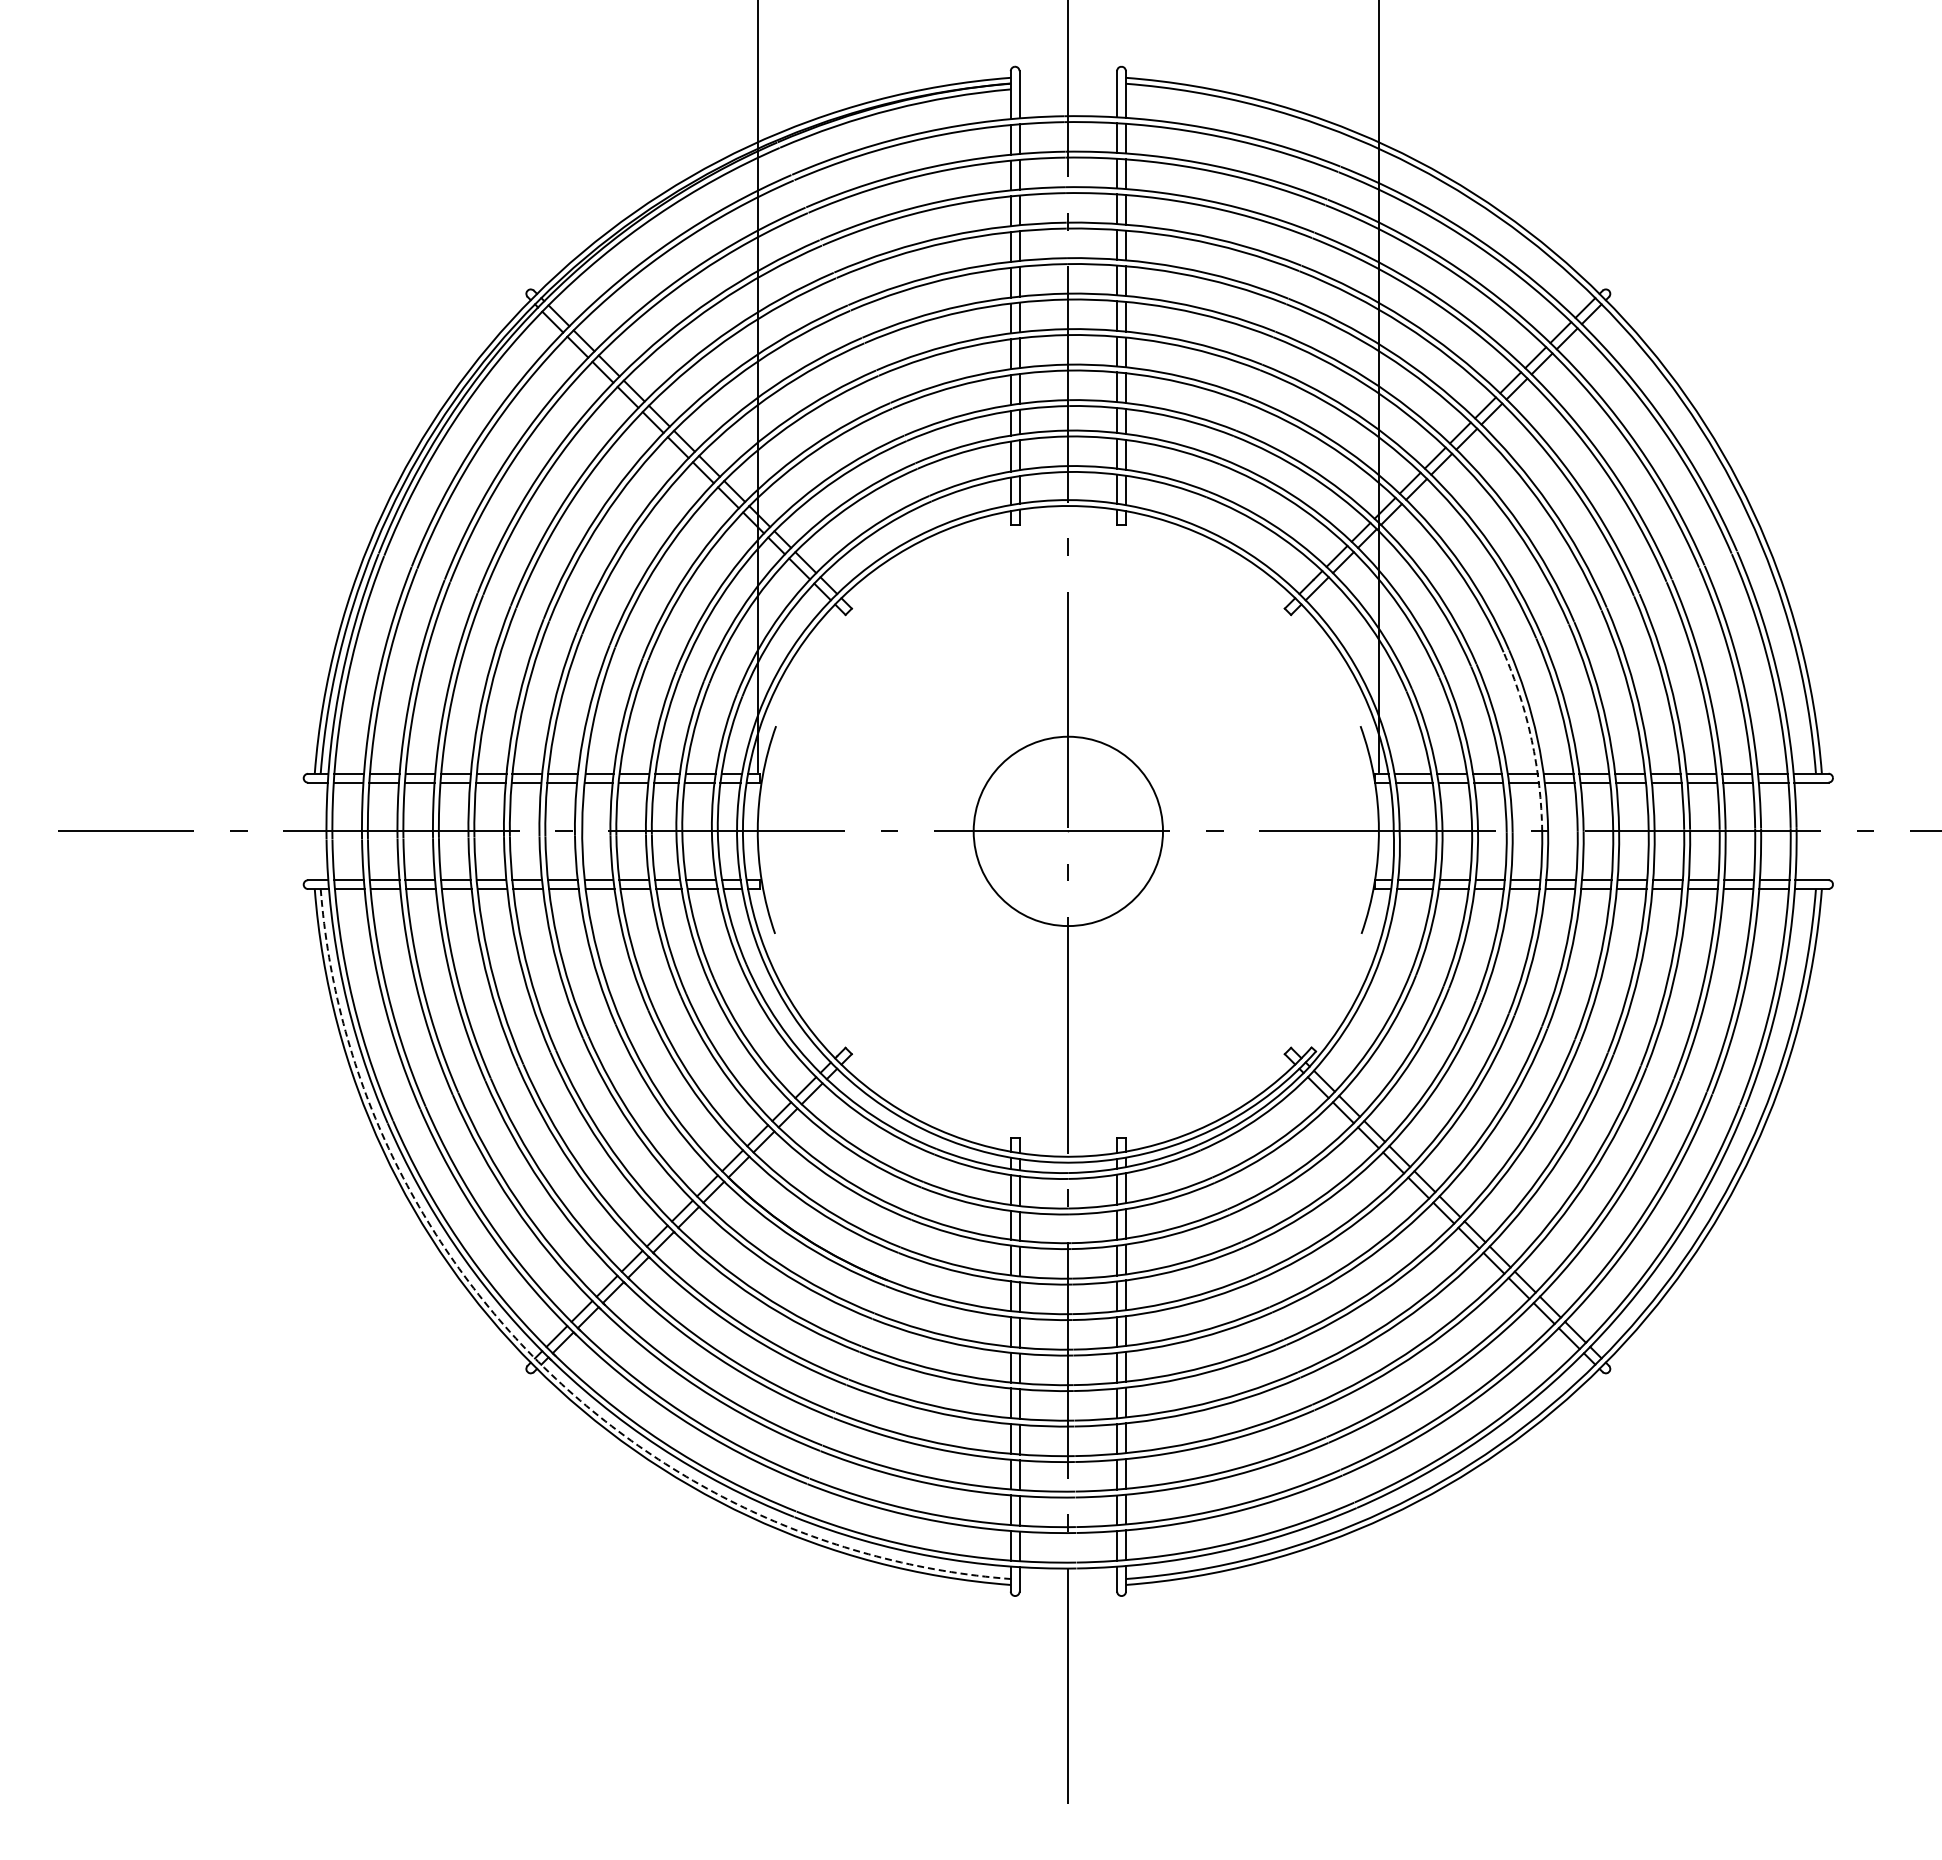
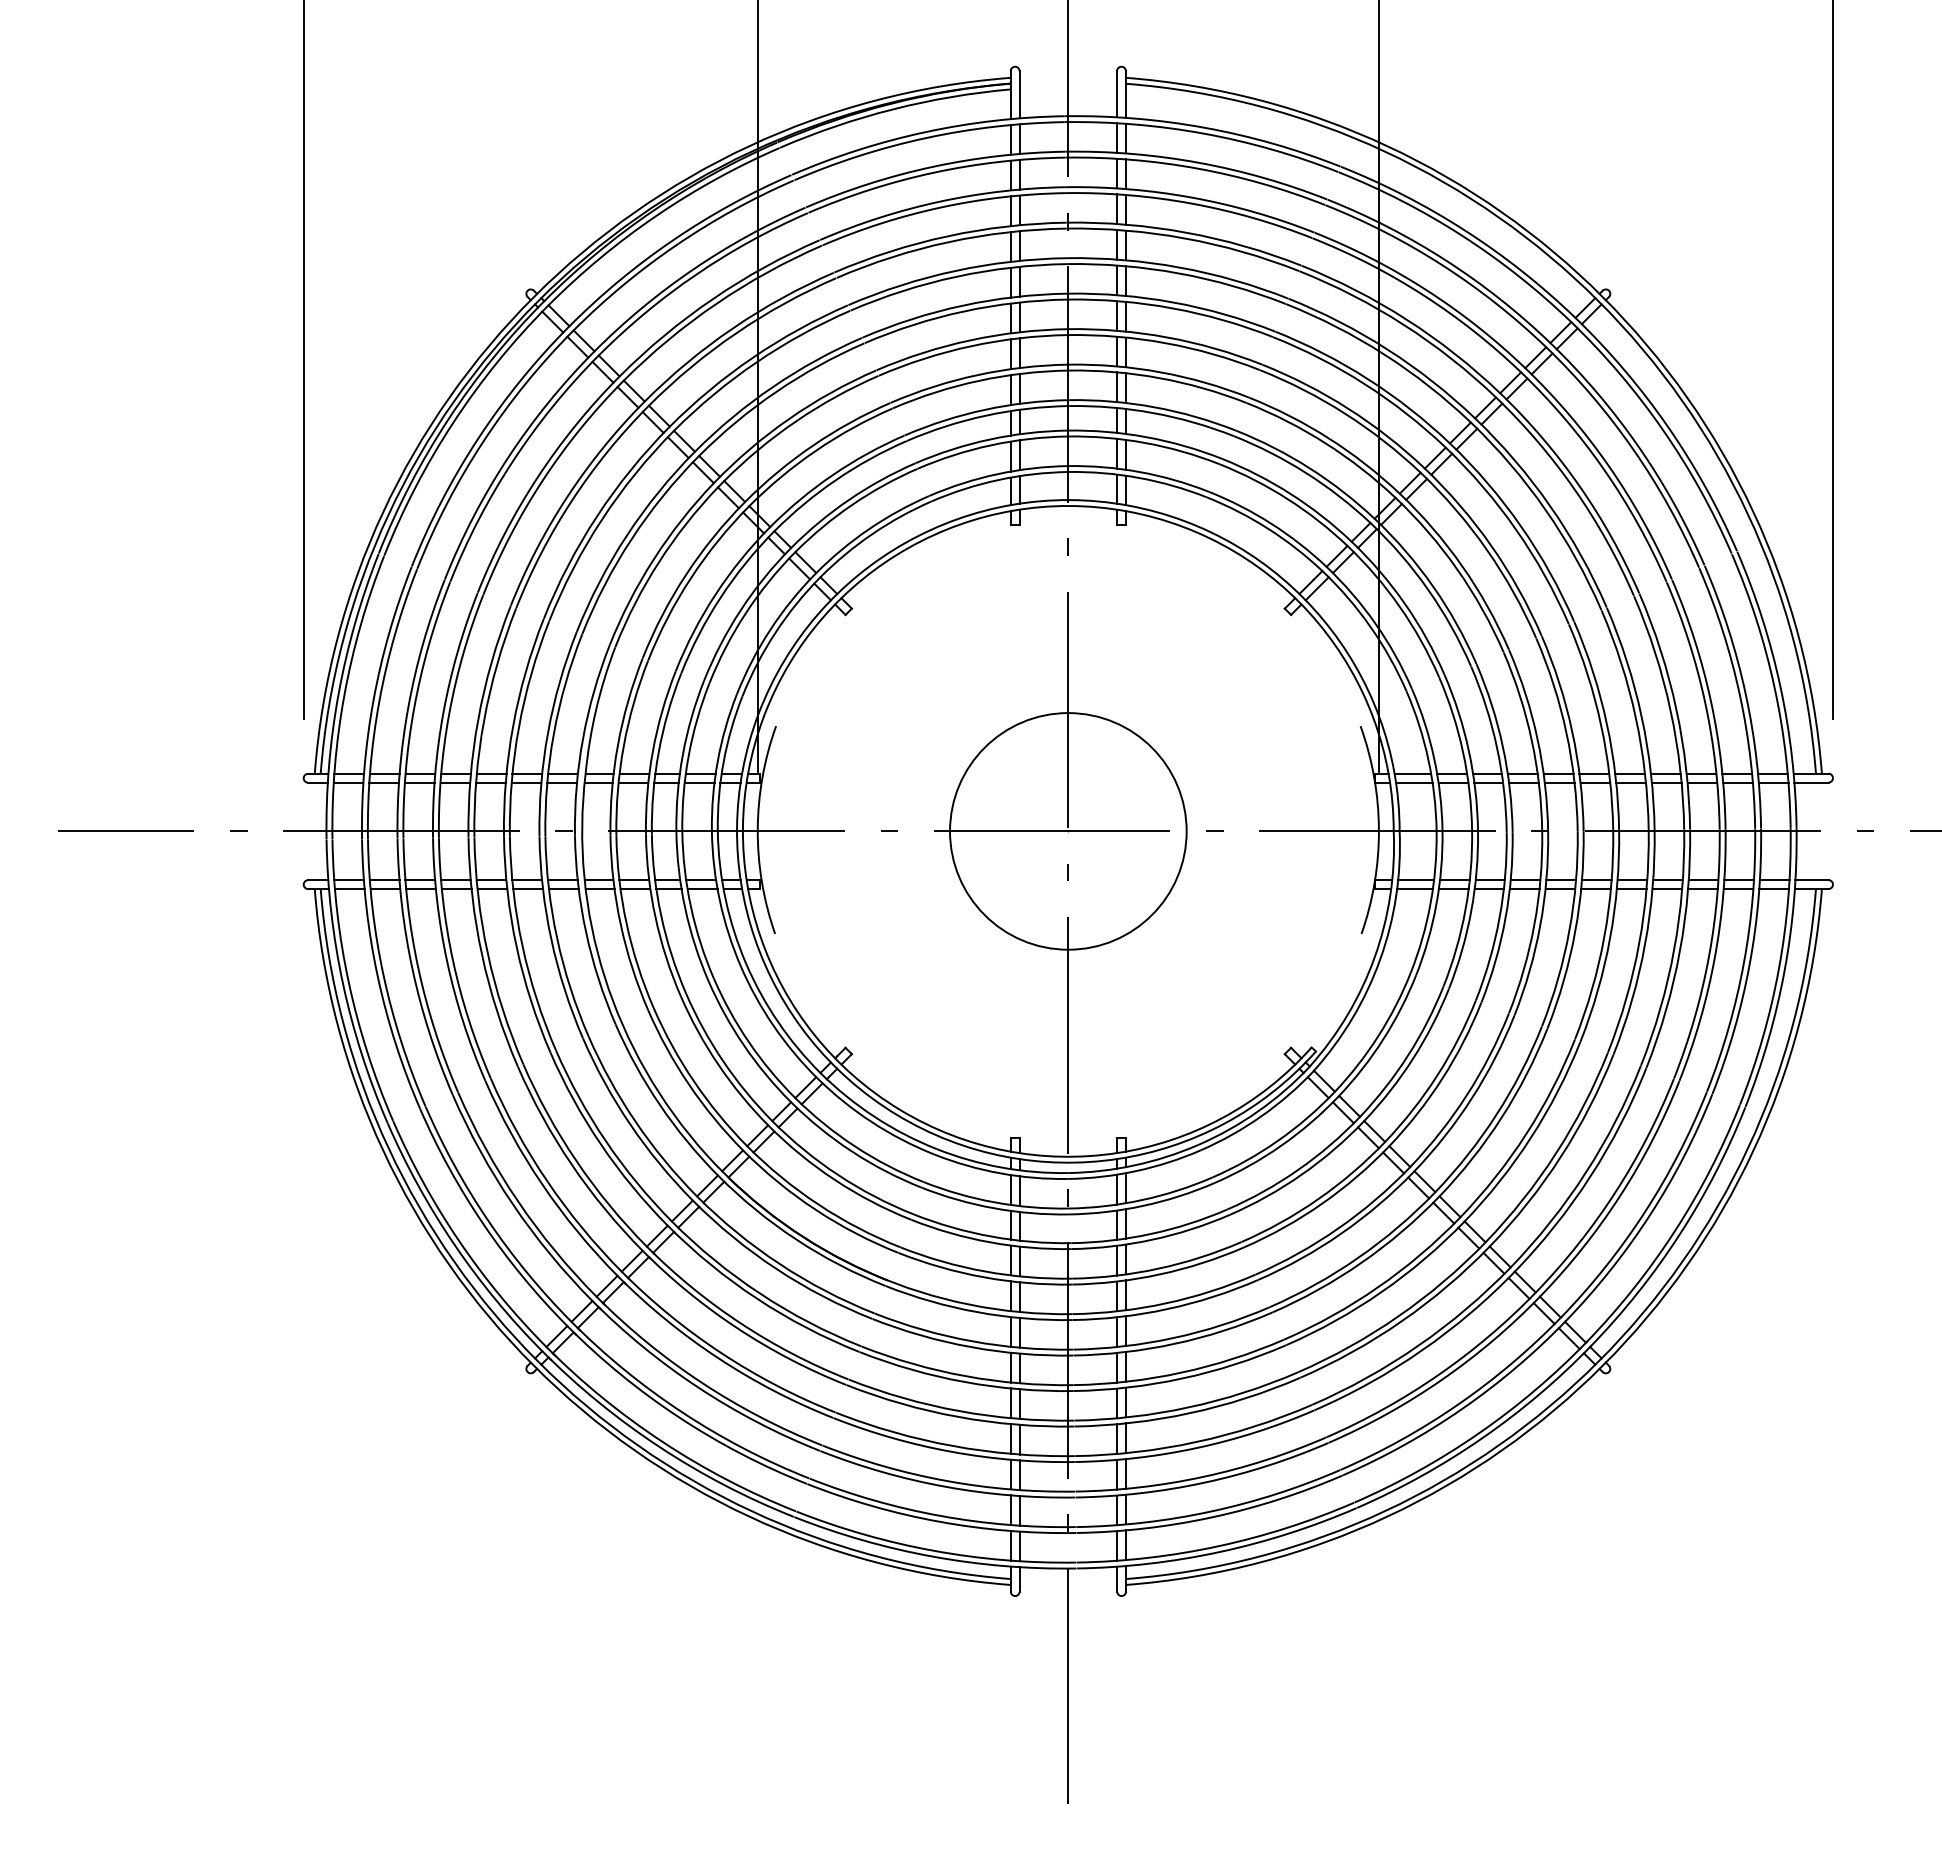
line at (303, 360): none -> present
line at (1832, 360): none -> present
arc at (1531, 740): dashed -> solid
circle at (1068, 831) diameter: 189 px -> 237 px
arc at (538, 1361): dashed -> solid
